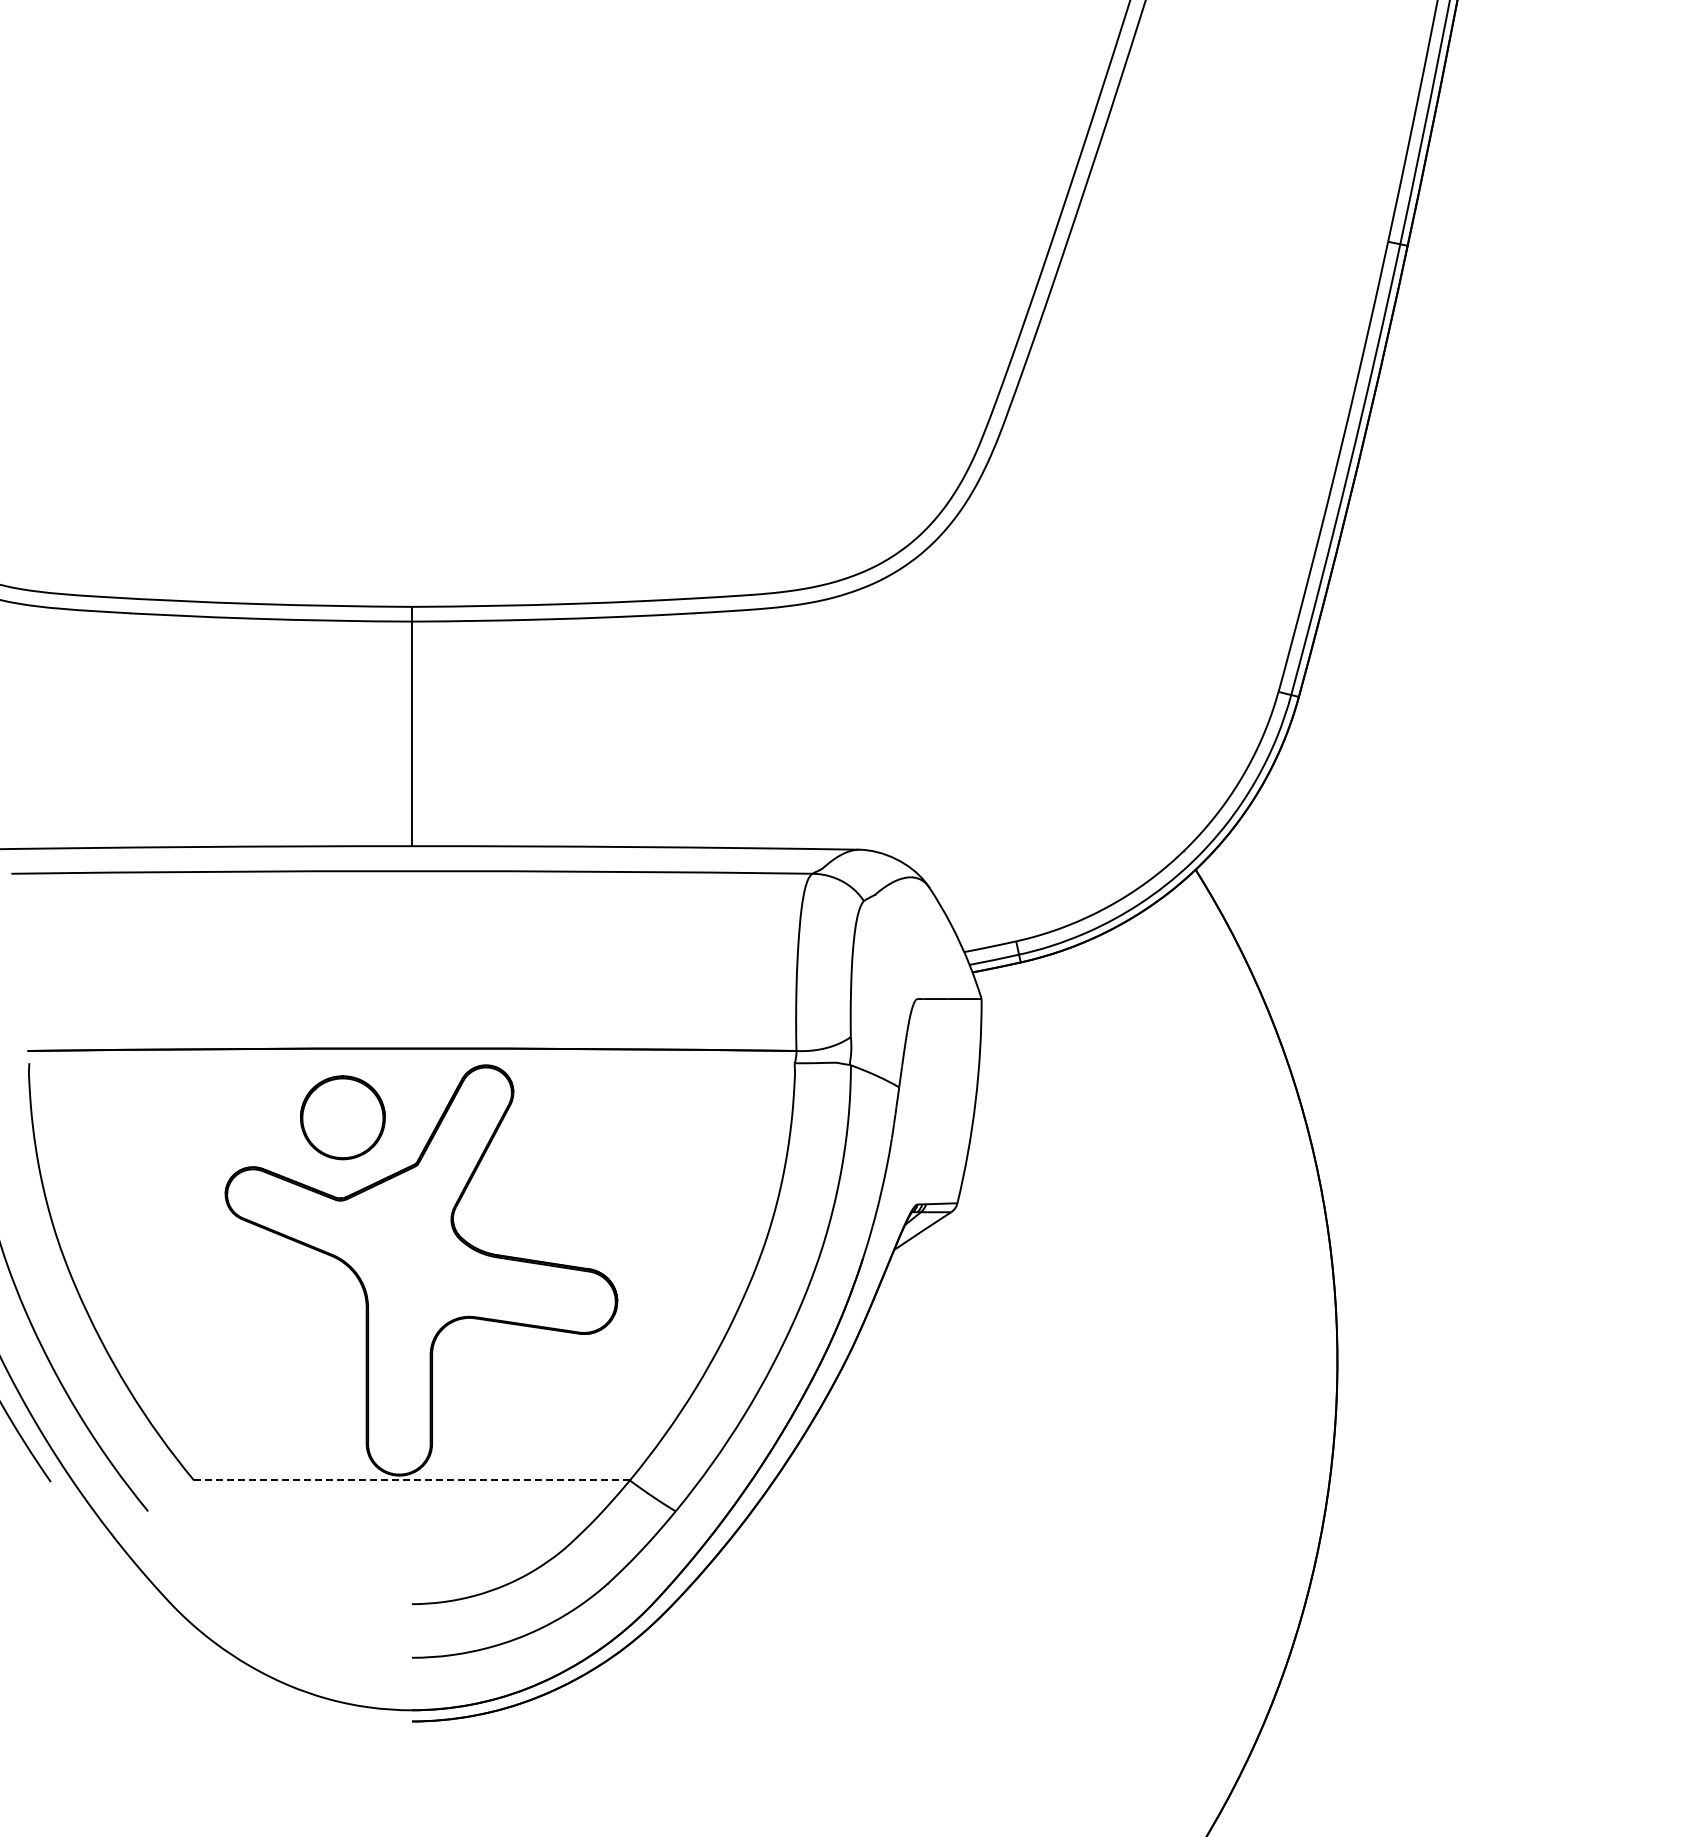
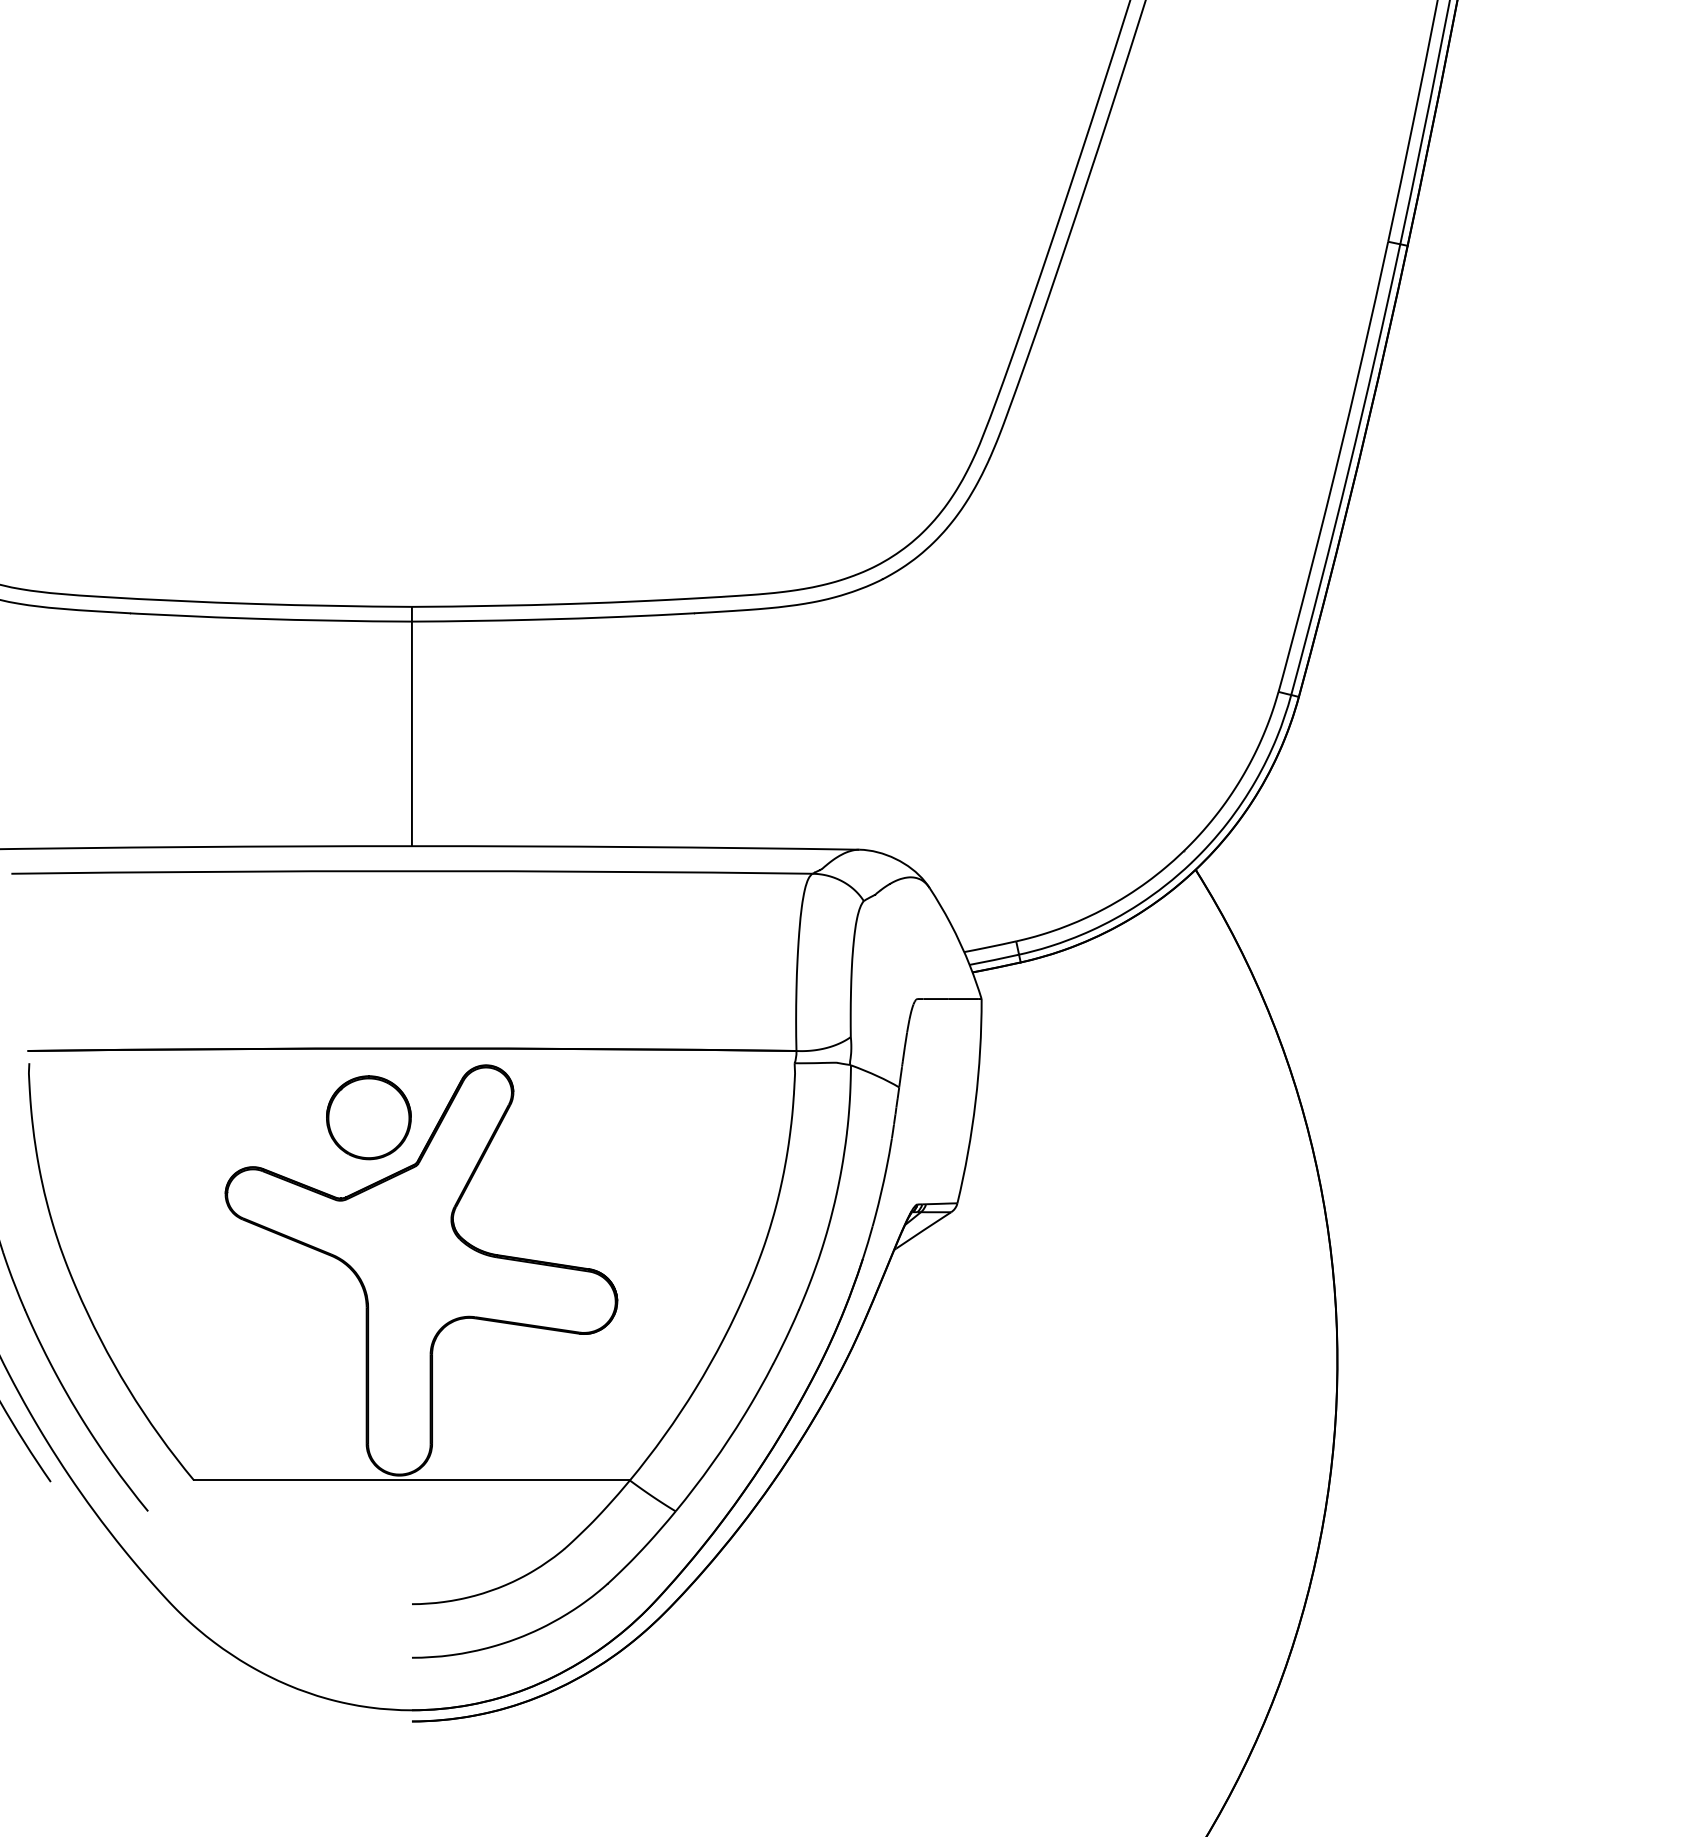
part at (342, 1117) position: (342, 1117) -> (368, 1117)
line at (412, 1480): dashed -> solid
